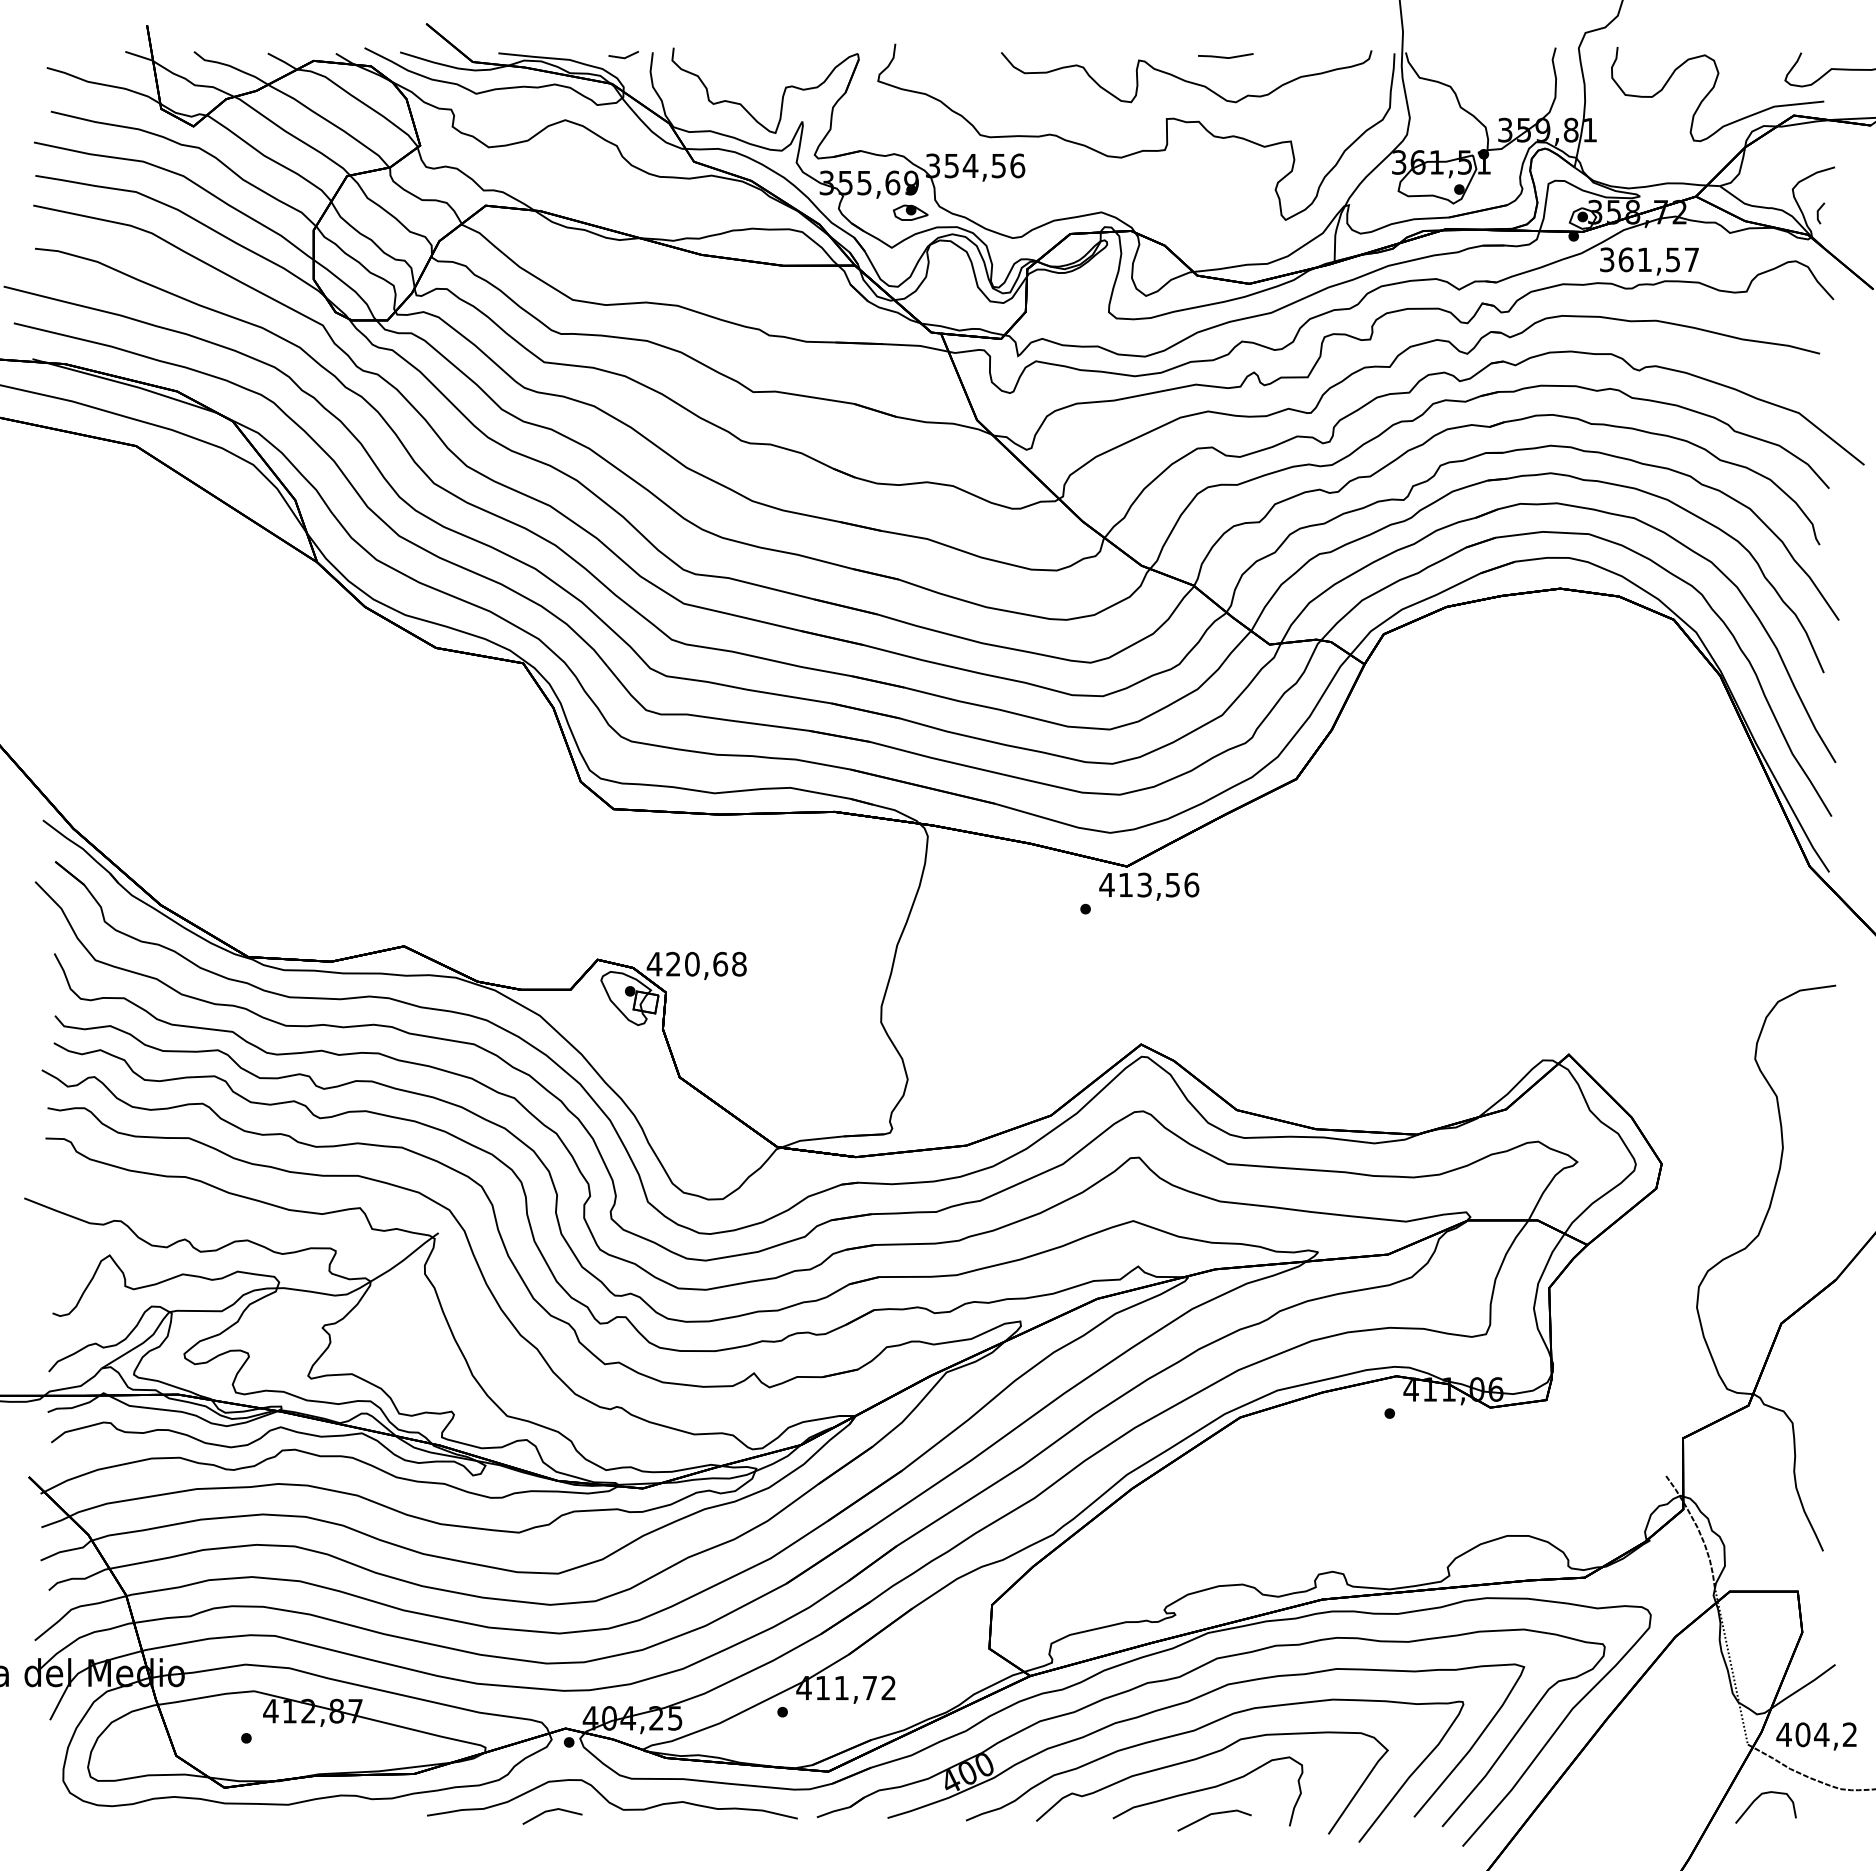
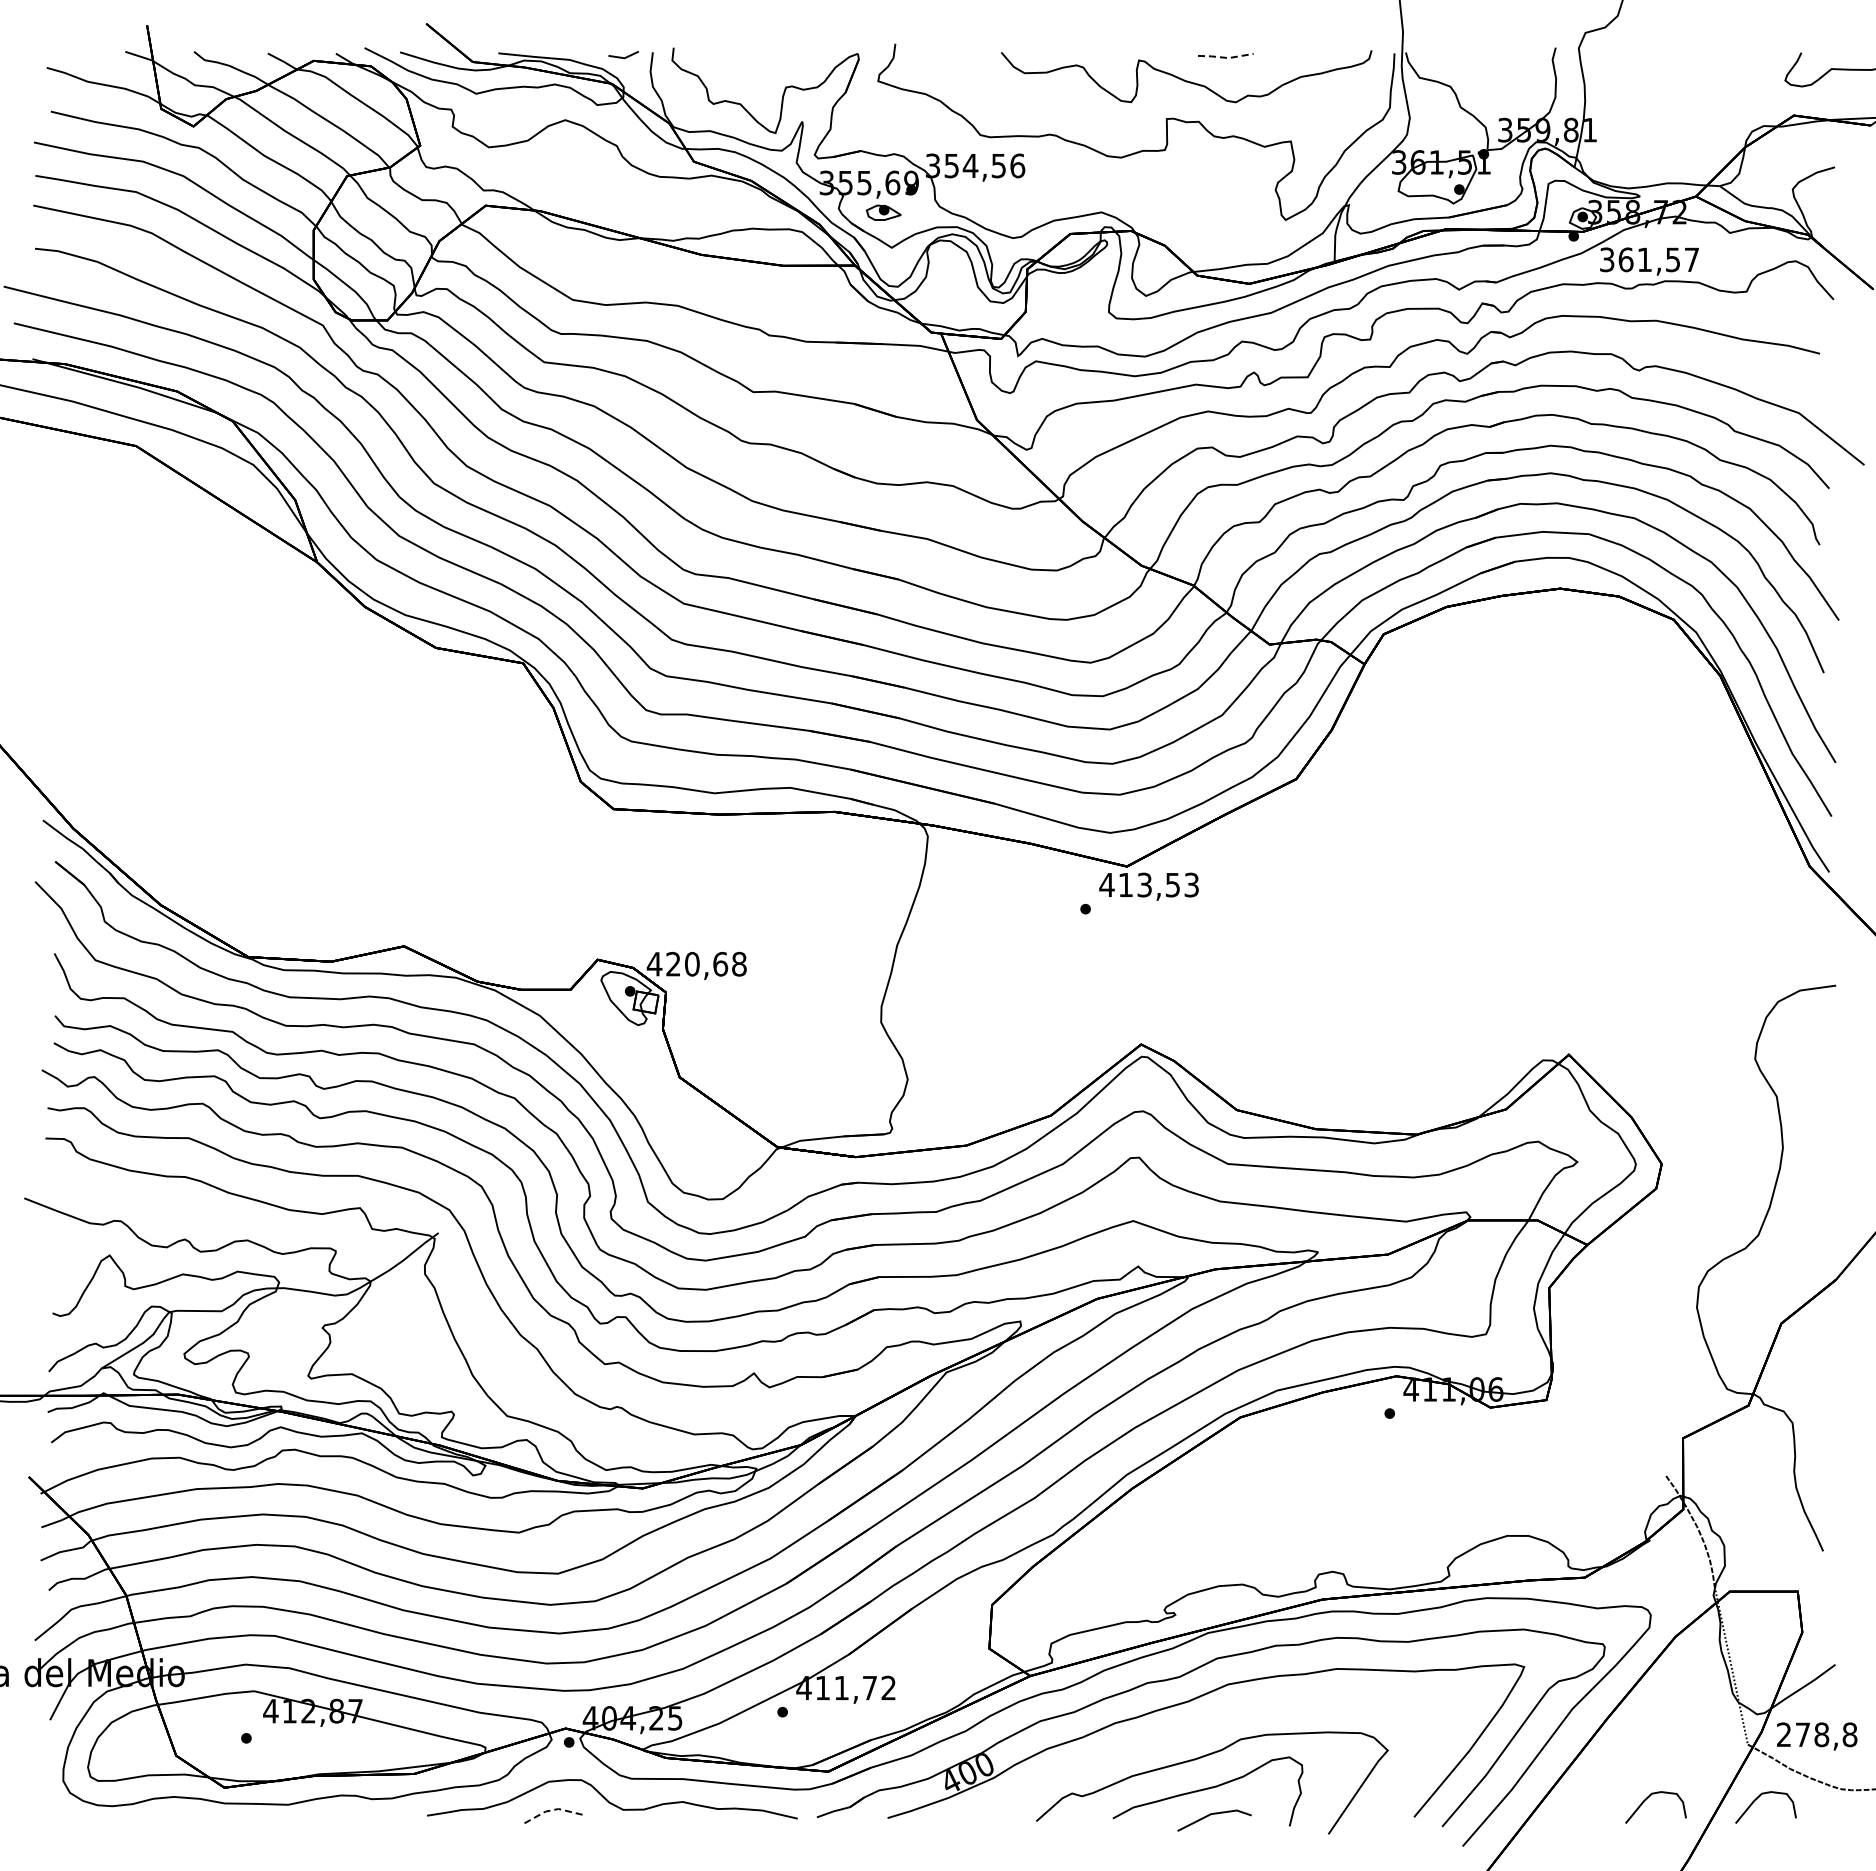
line at (1225, 57): solid -> dashed
curve at (1713, 89): present -> none
part at (910, 212) position: (910, 212) -> (883, 212)
line at (1818, 213): present -> none
text at (1191, 884): 413,56 -> 413,53
curve at (1197, 1730): present -> none
text at (1816, 1734): 404,2 -> 278,8
curve at (1647, 1799): none -> present
line at (551, 1810): solid -> dashed
